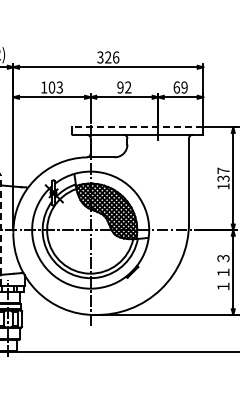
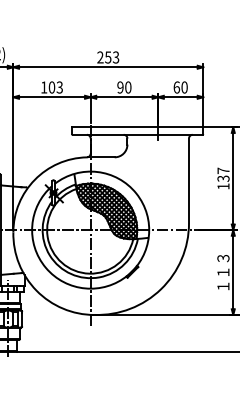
text at (108, 57): 326 -> 253
text at (128, 87): 92 -> 90
text at (184, 87): 69 -> 60
line at (137, 127): dashed -> solid
line at (0, 229): dashed -> solid
